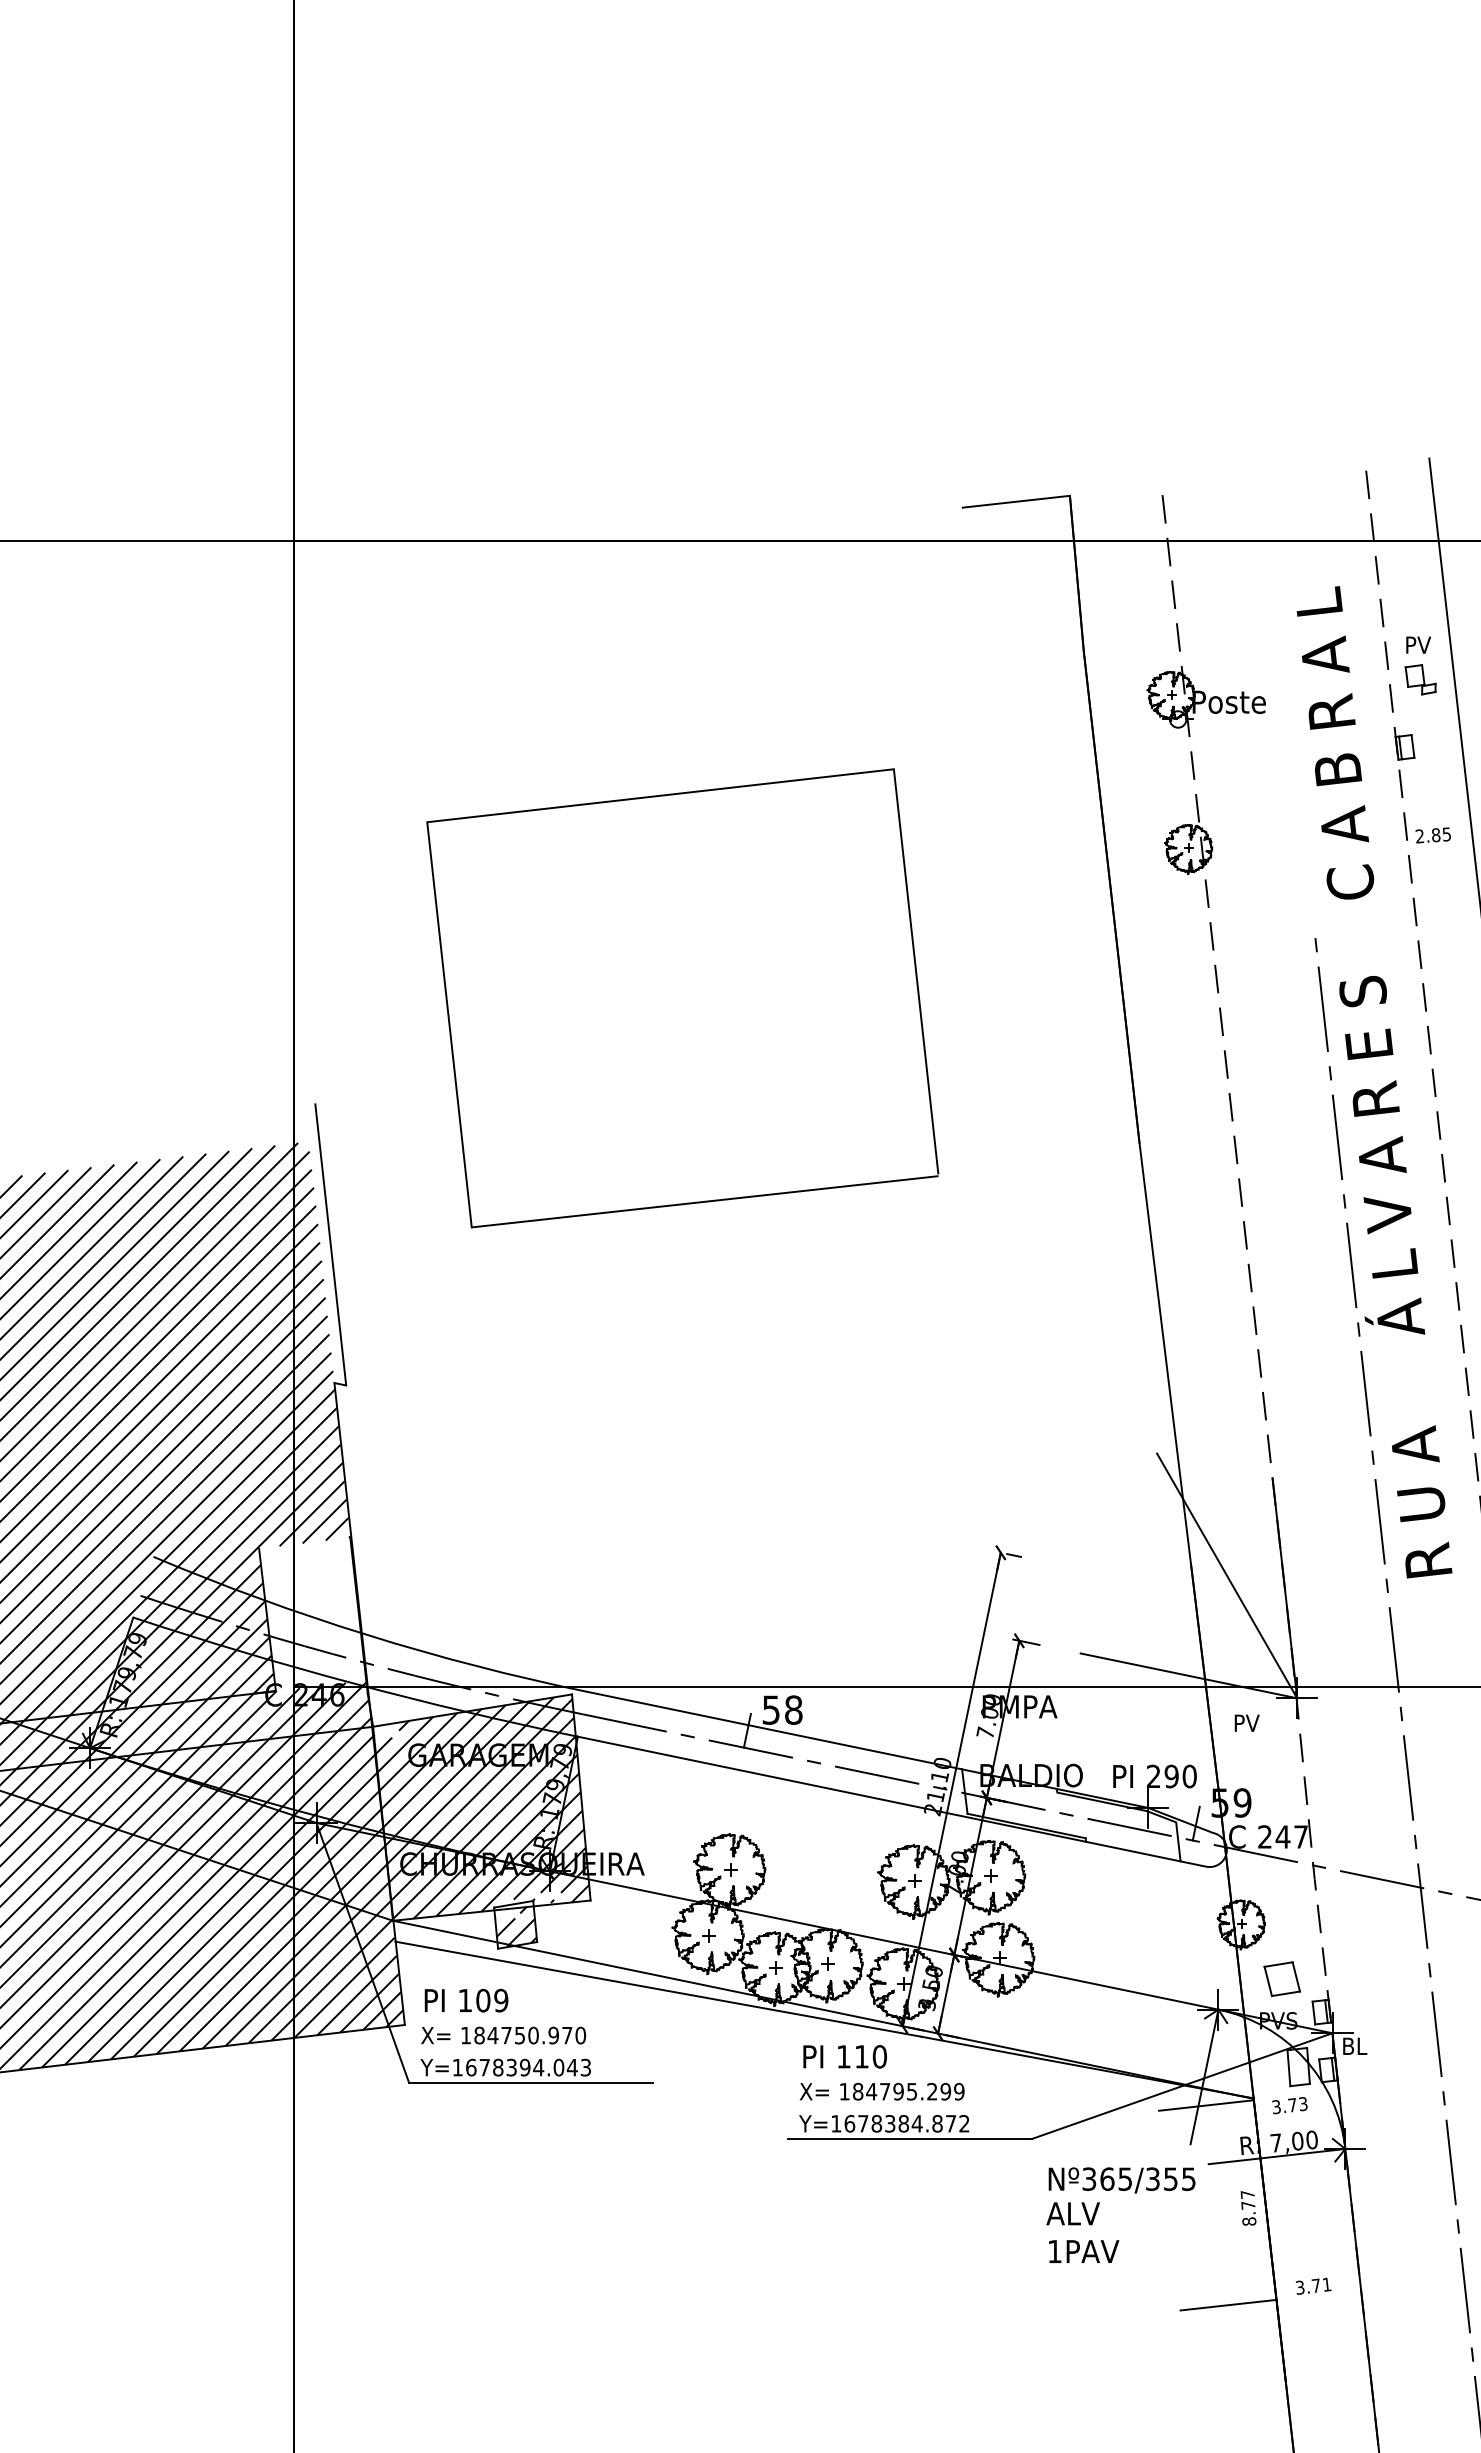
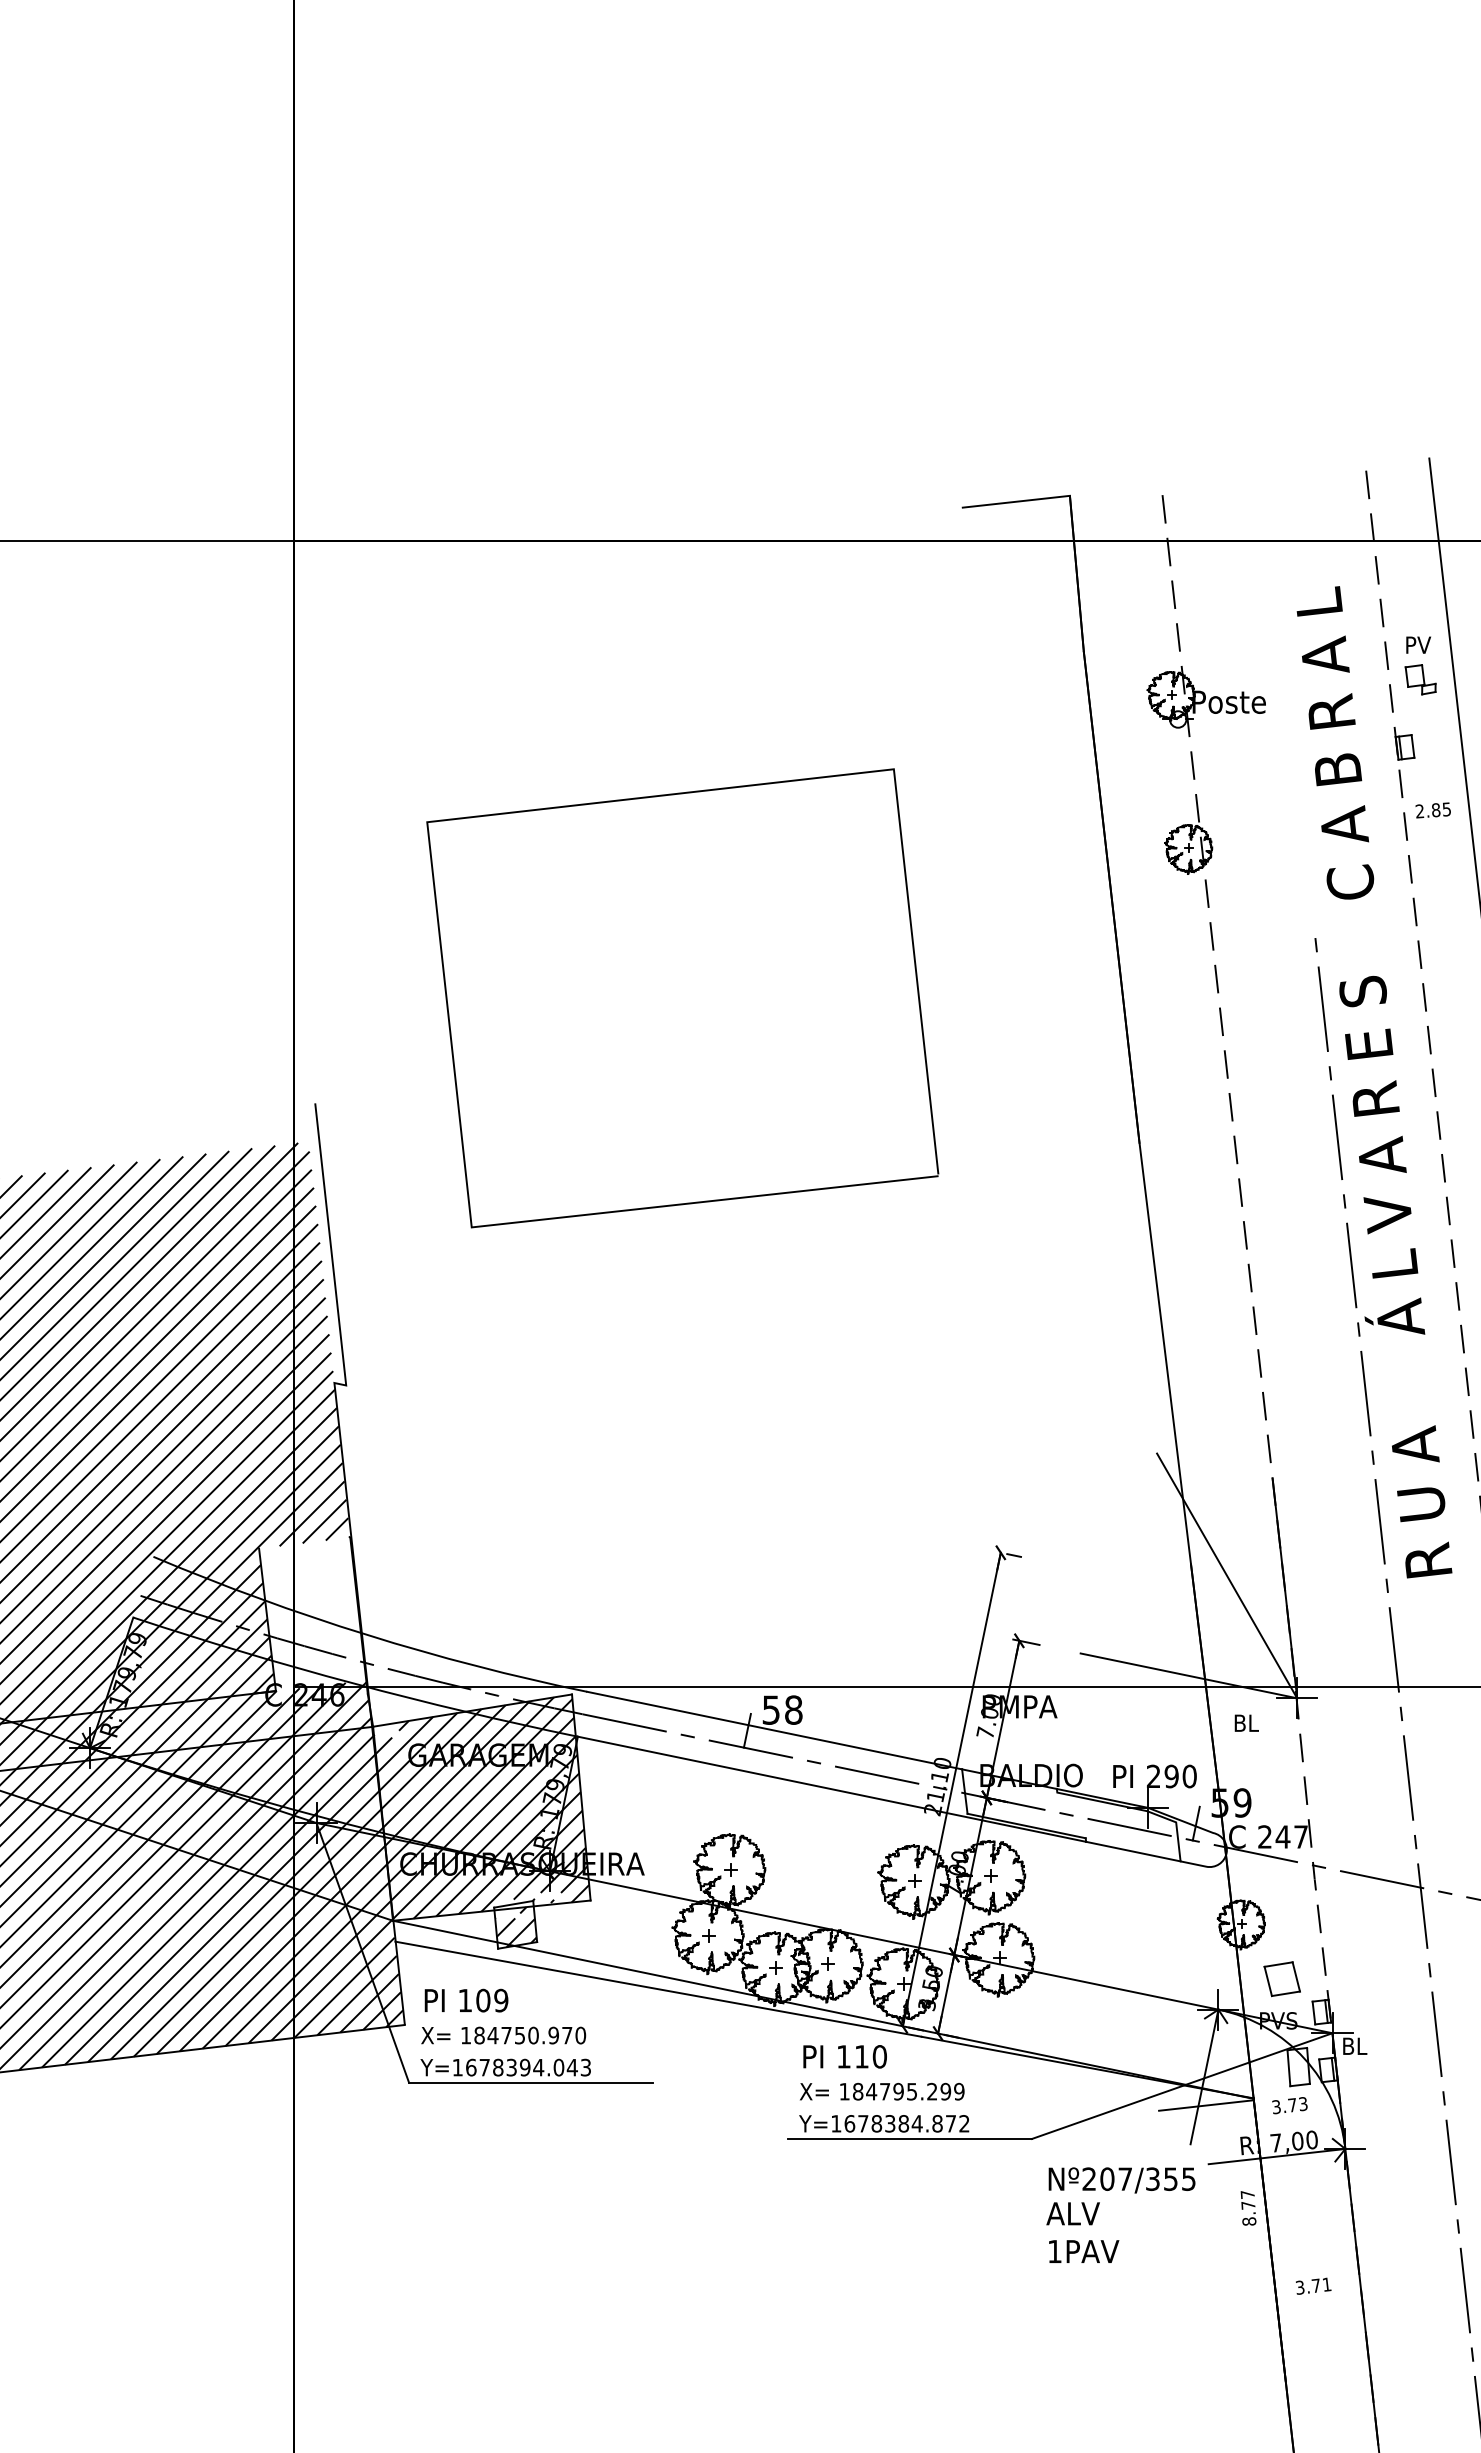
text at (1432, 835) position: (1432, 835) -> (1432, 810)
text at (1248, 1722): PV -> BL
text at (1106, 2178): Nº365/355 -> Nº207/355
line at (1228, 2304): present -> none
